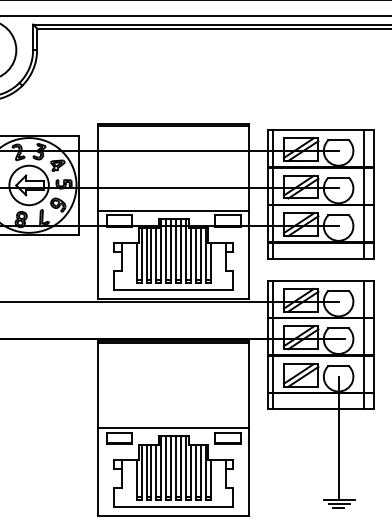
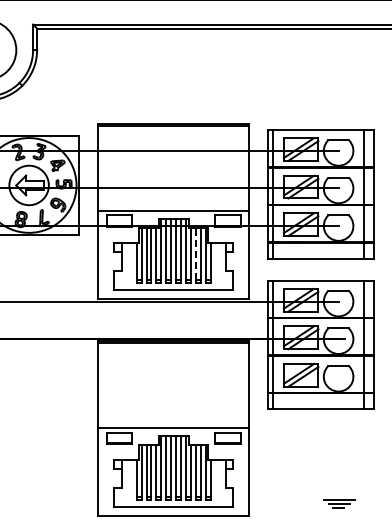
line at (195, 15): present -> none
line at (195, 253): solid -> dashed
line at (338, 437): present -> none
